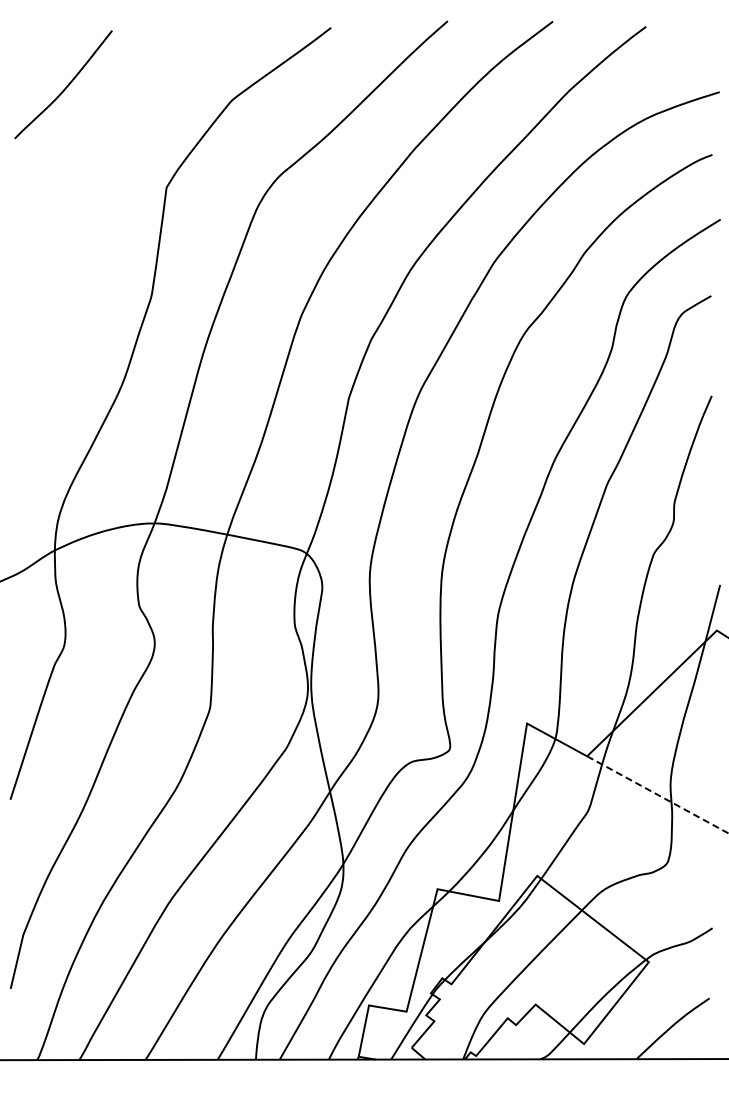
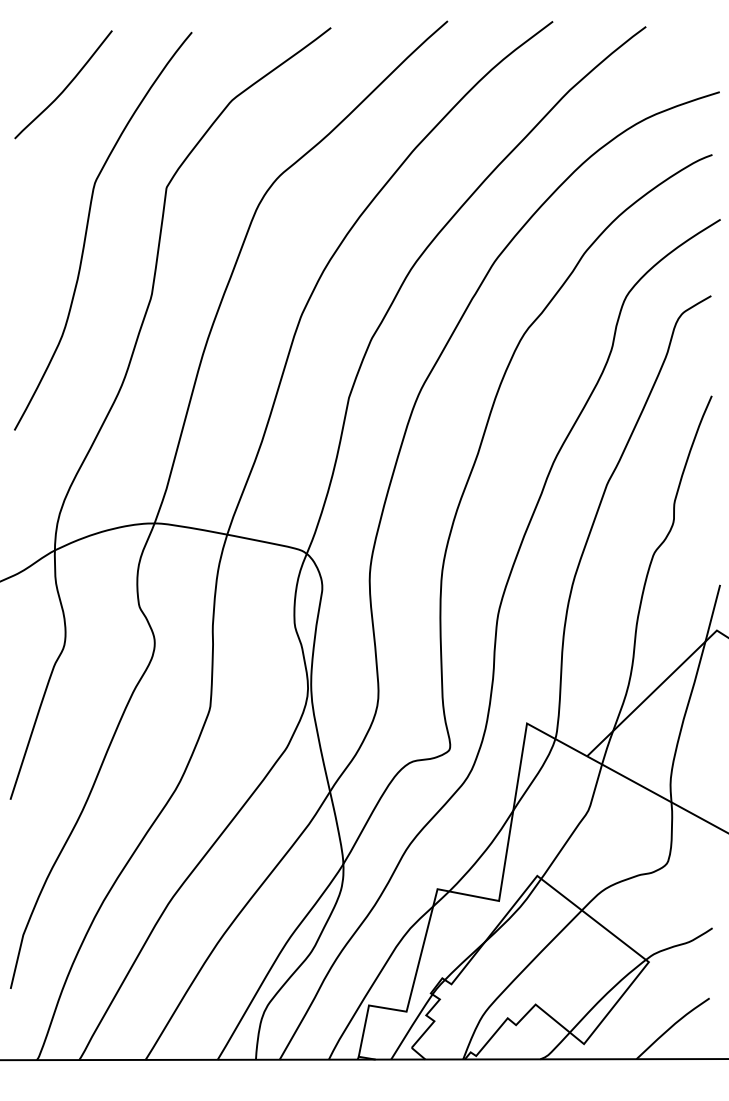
curve at (88, 225): none -> present
line at (658, 795): dashed -> solid
